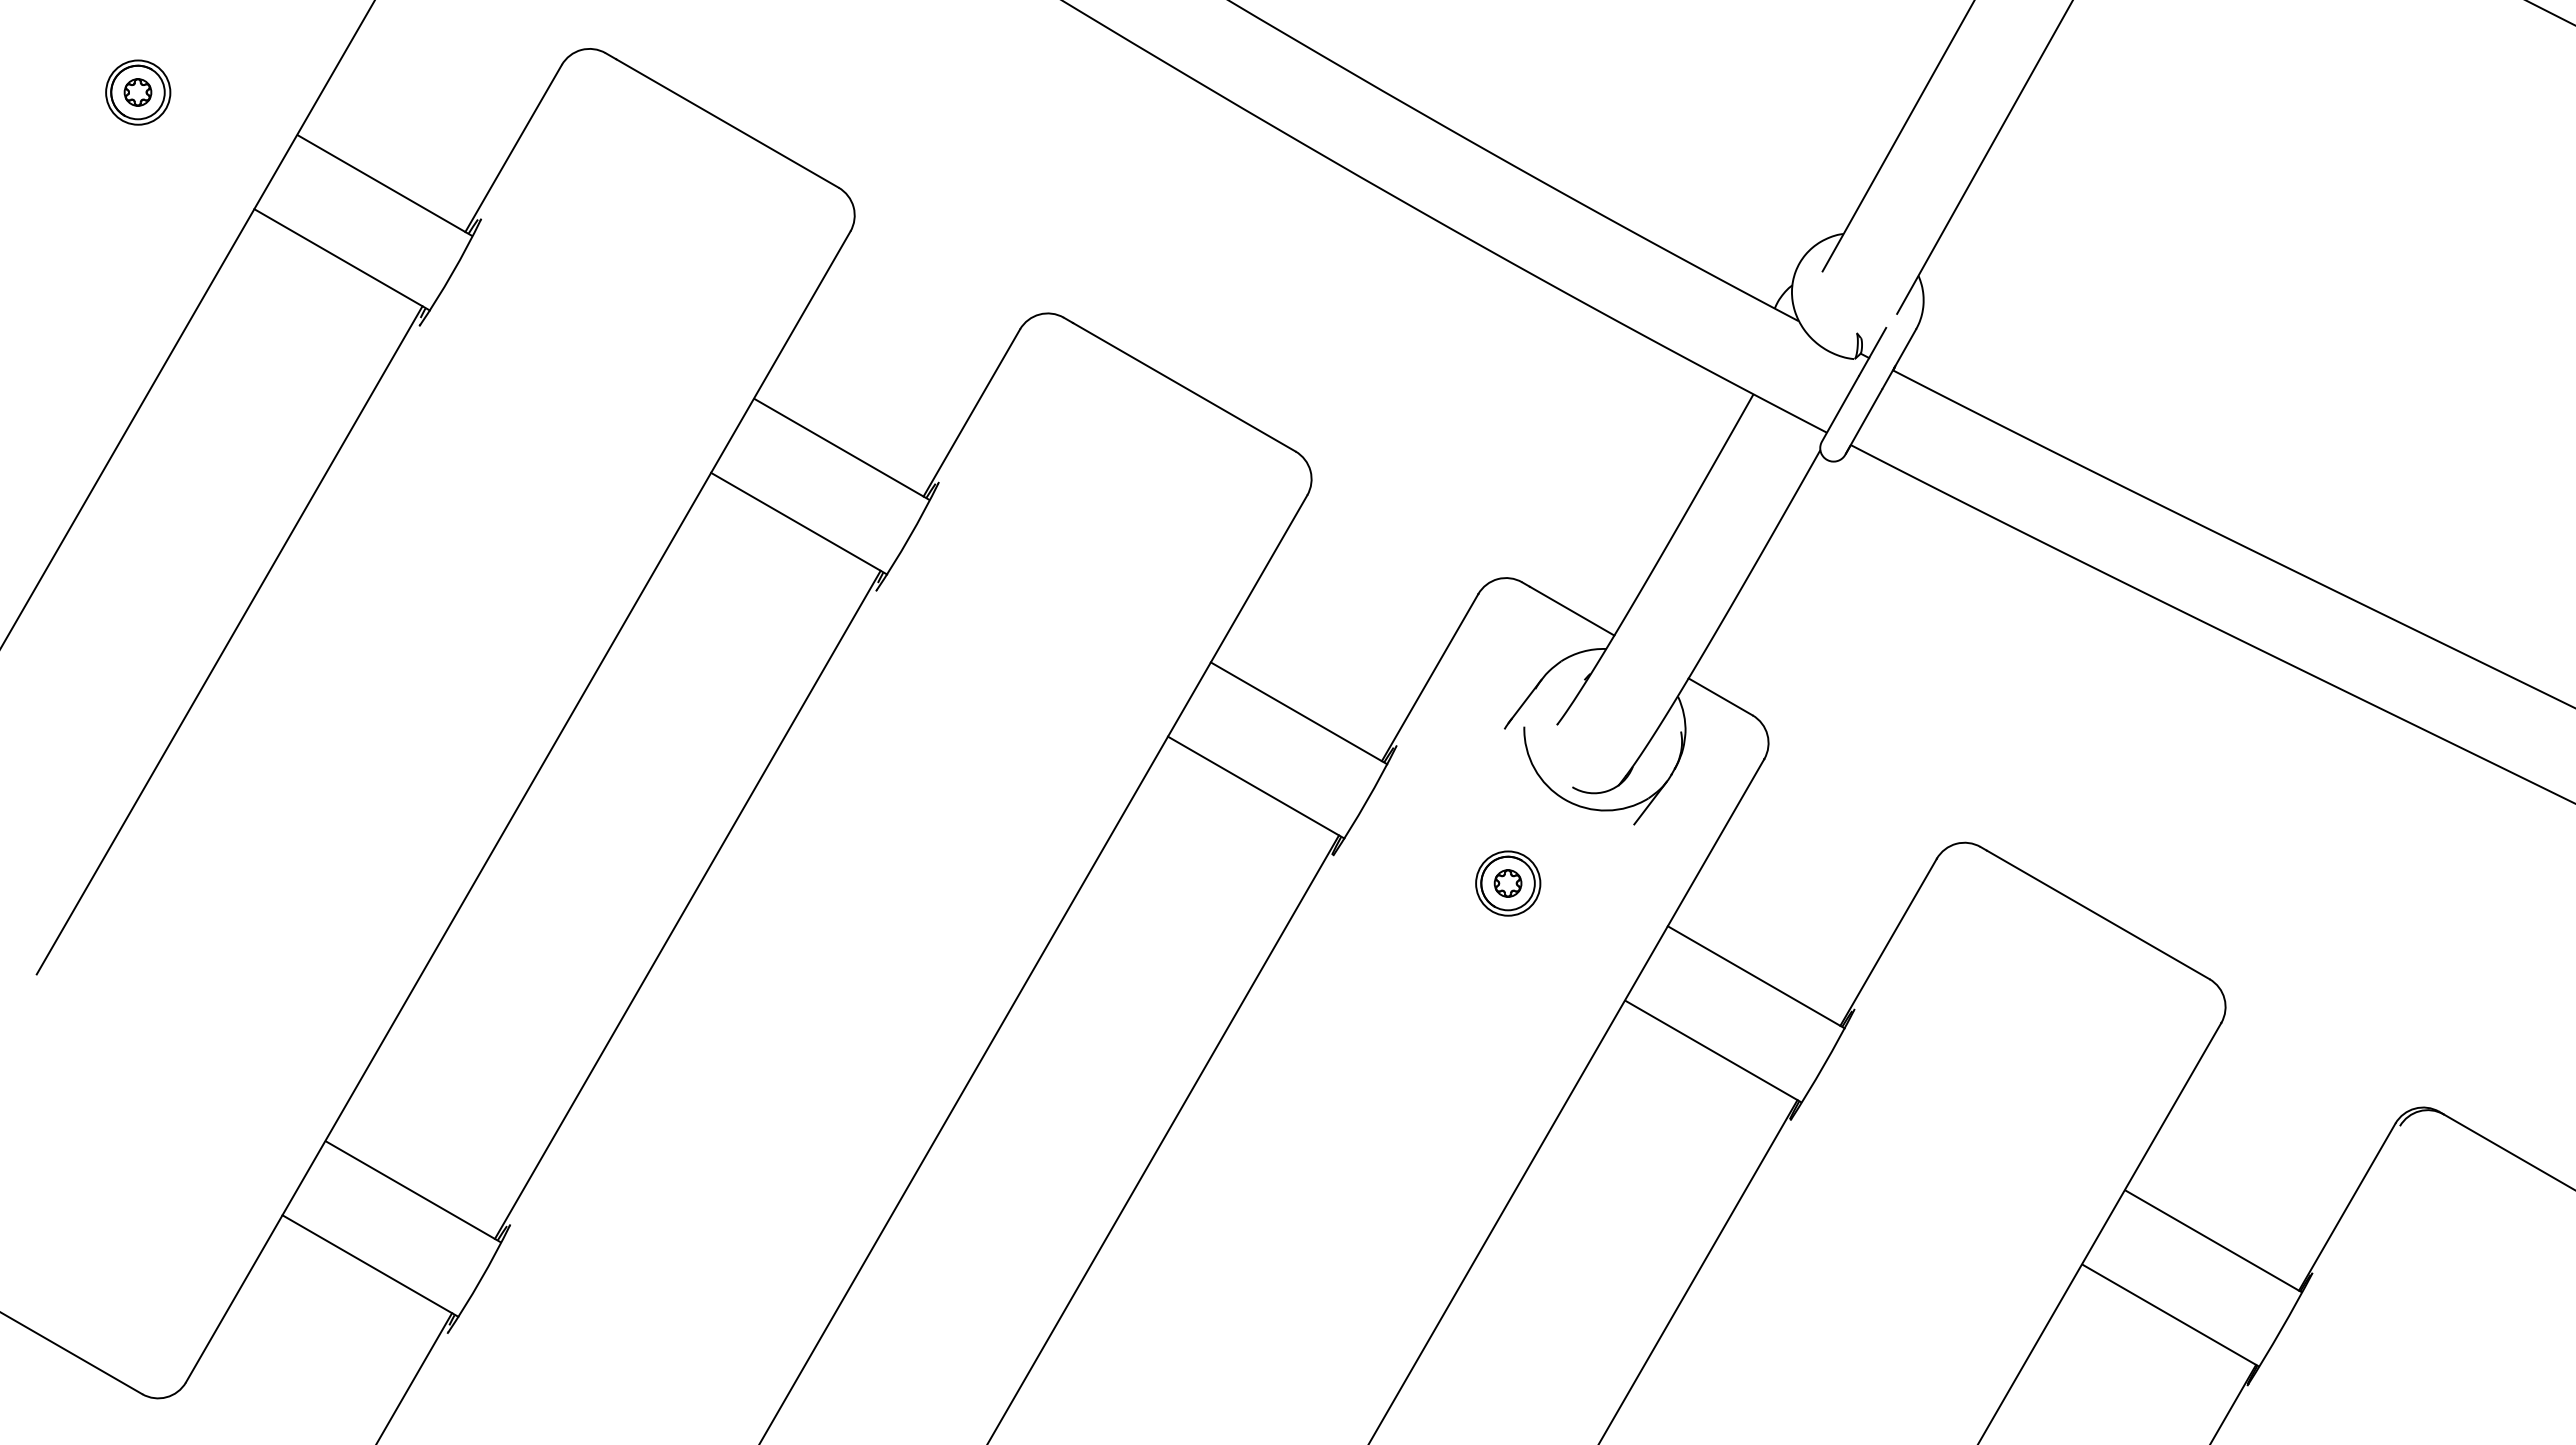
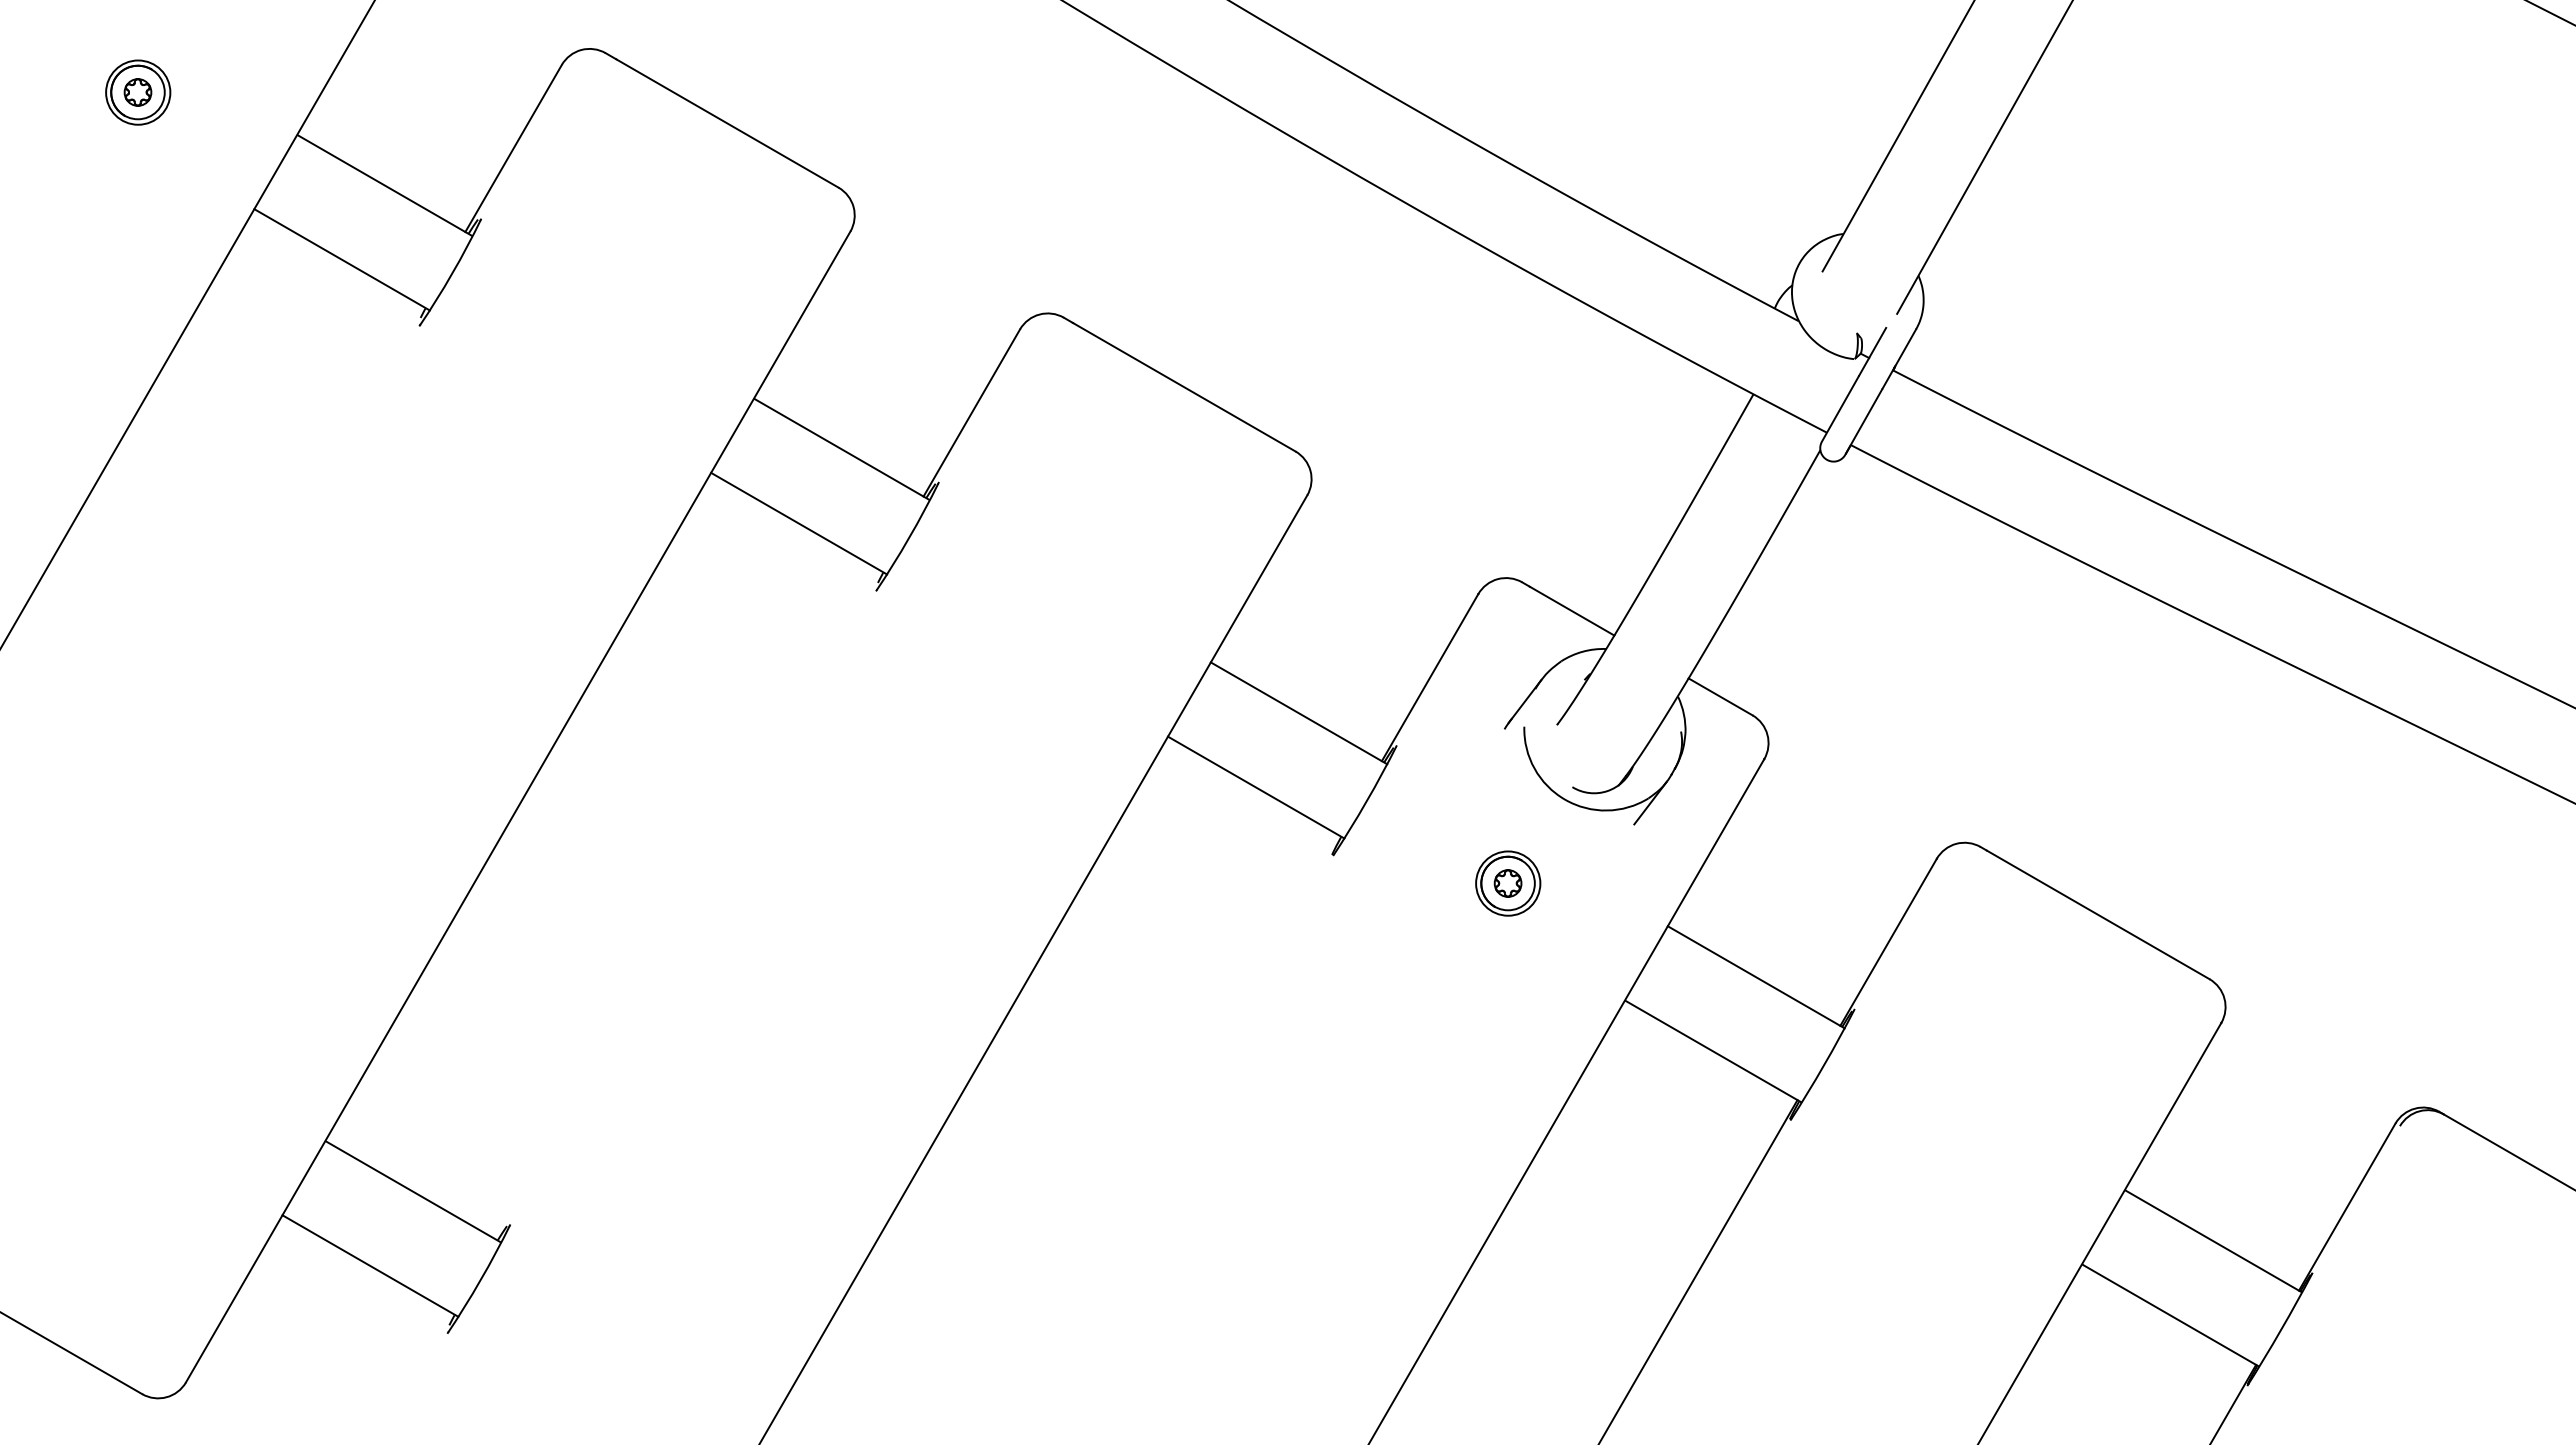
line at (229, 640): present -> none
line at (687, 904): present -> none
line at (1164, 1138): present -> none
line at (414, 1377): present -> none
